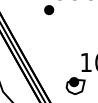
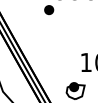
part at (75, 85) position: (75, 85) -> (75, 90)
